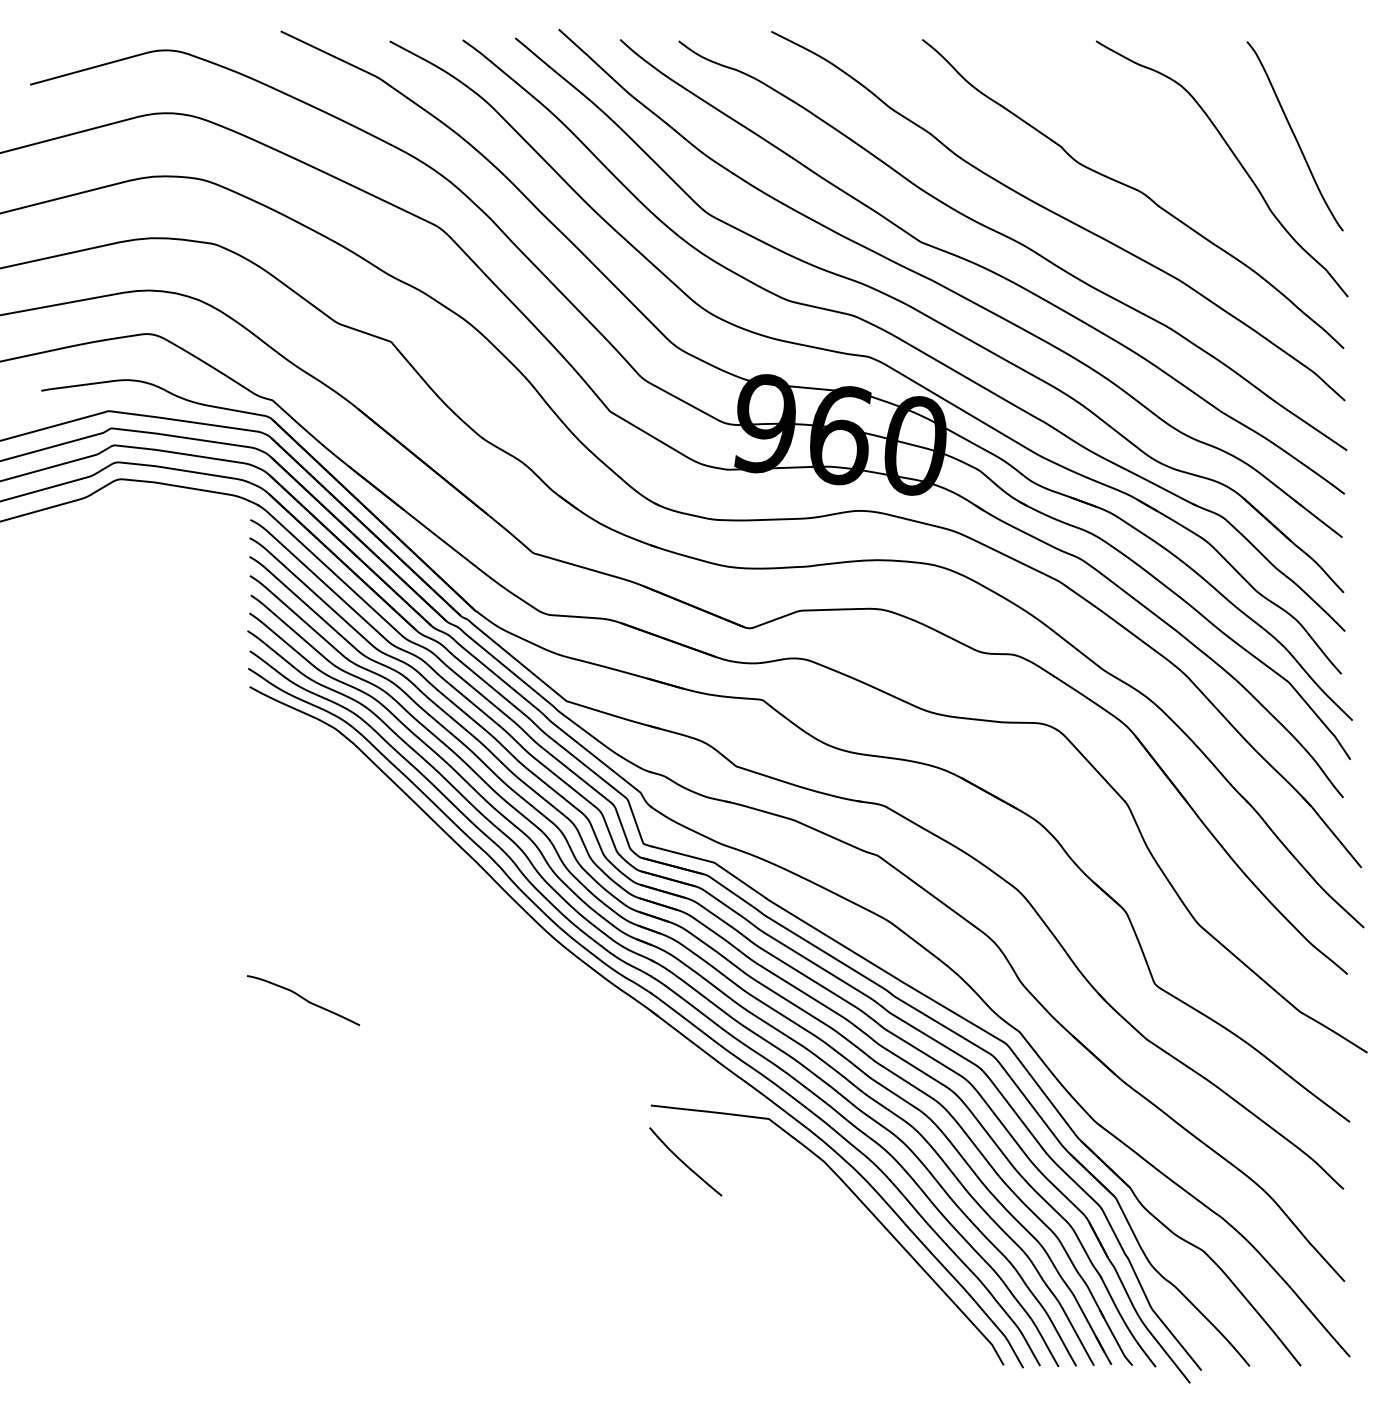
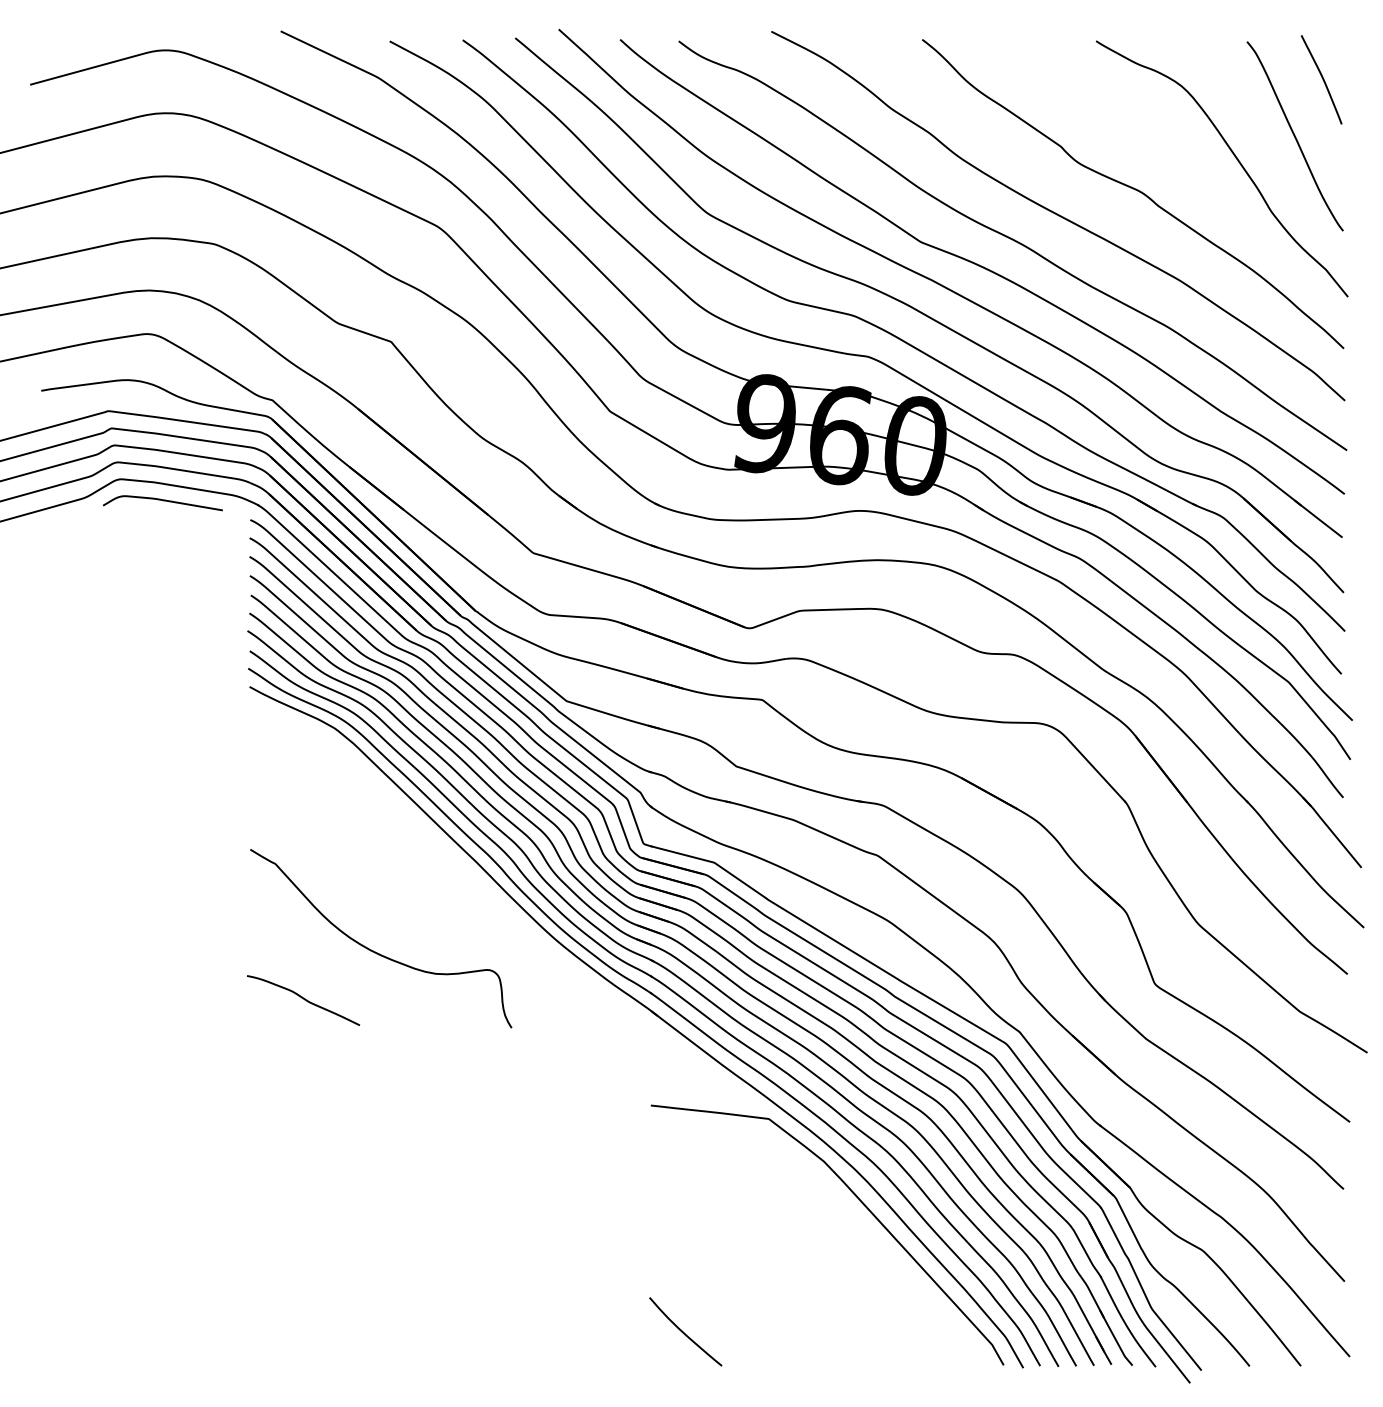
curve at (1322, 79): none -> present
curve at (163, 501): none -> present
curve at (375, 951): none -> present
curve at (684, 1162) position: (684, 1162) -> (684, 1332)
